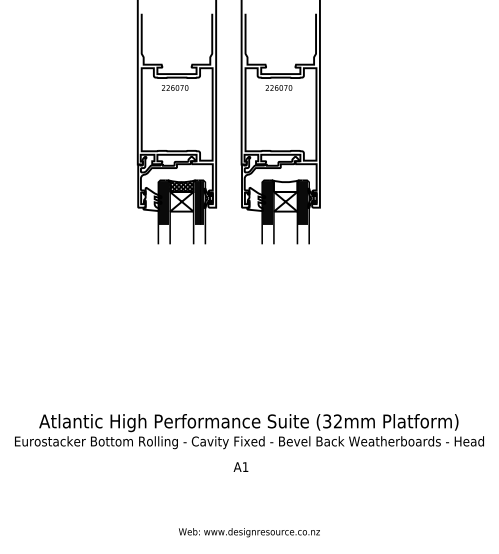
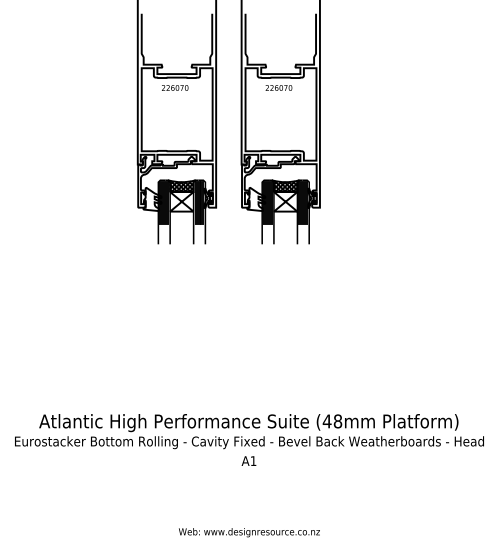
hatch at (285, 186): none -> present
text at (332, 421): (32mm -> (48mm
text at (240, 466) position: (240, 466) -> (248, 460)
